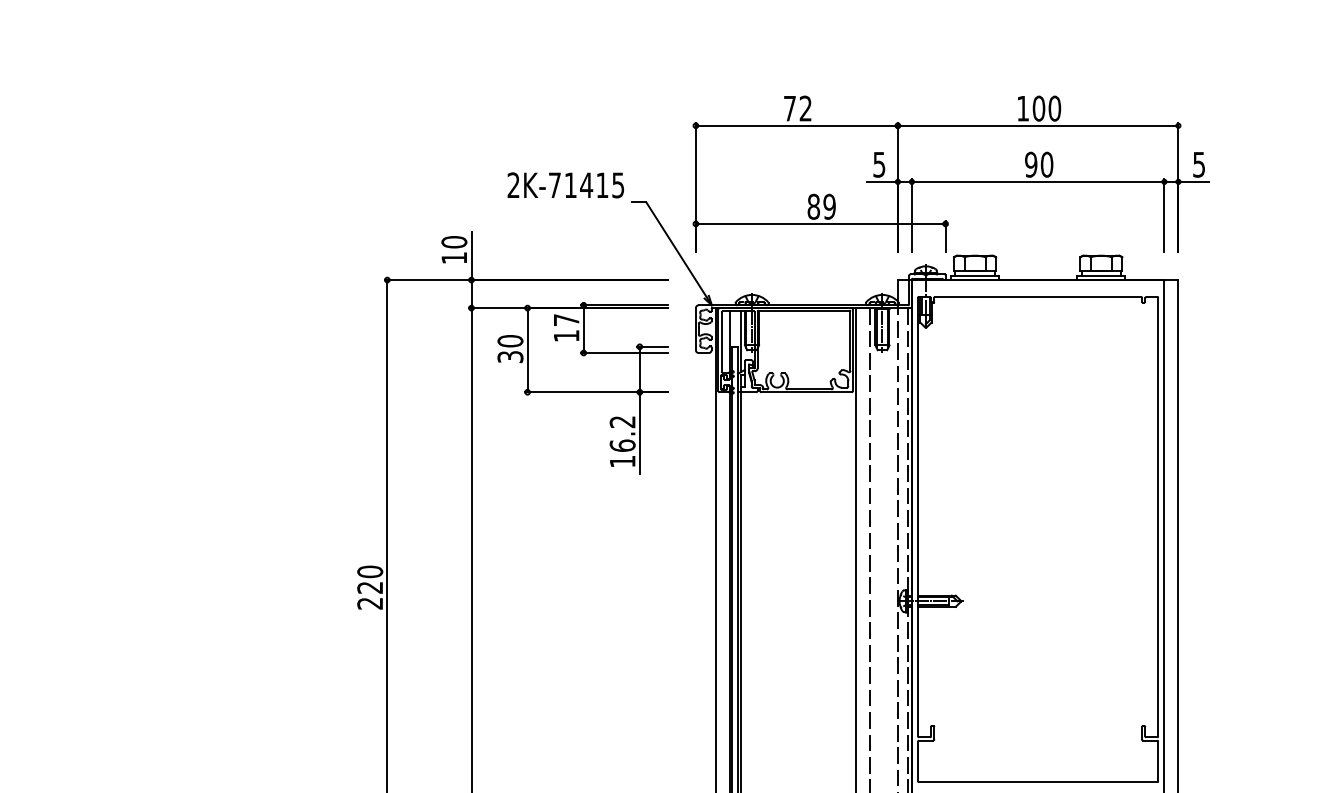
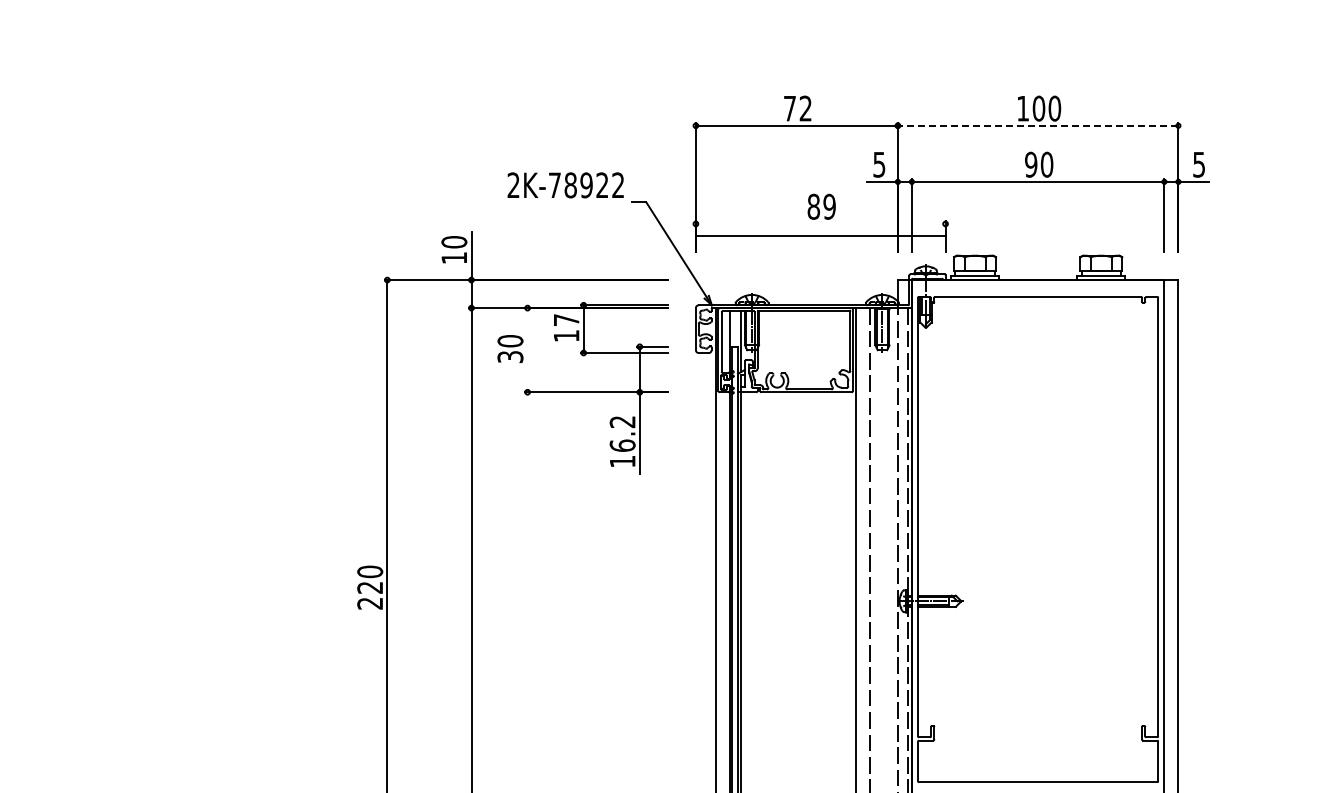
line at (1037, 125): solid -> dashed
text at (594, 185): 2K-71415 -> 2K-78922
line at (820, 223) position: (820, 223) -> (820, 235)
line at (527, 350): present -> none
